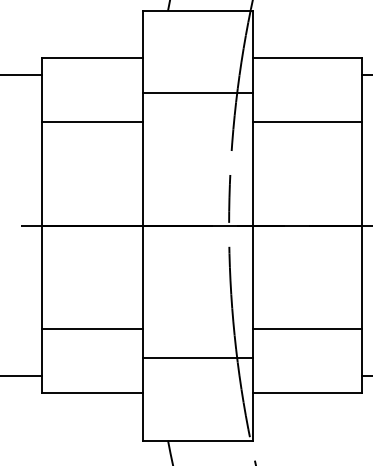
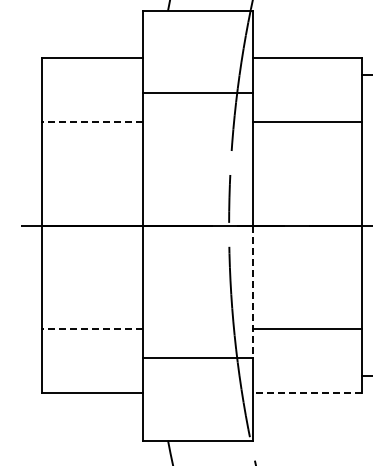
line at (21, 75): present -> none
line at (92, 122): solid -> dashed
line at (253, 292): solid -> dashed
line at (92, 329): solid -> dashed
line at (21, 376): present -> none
line at (307, 393): solid -> dashed
